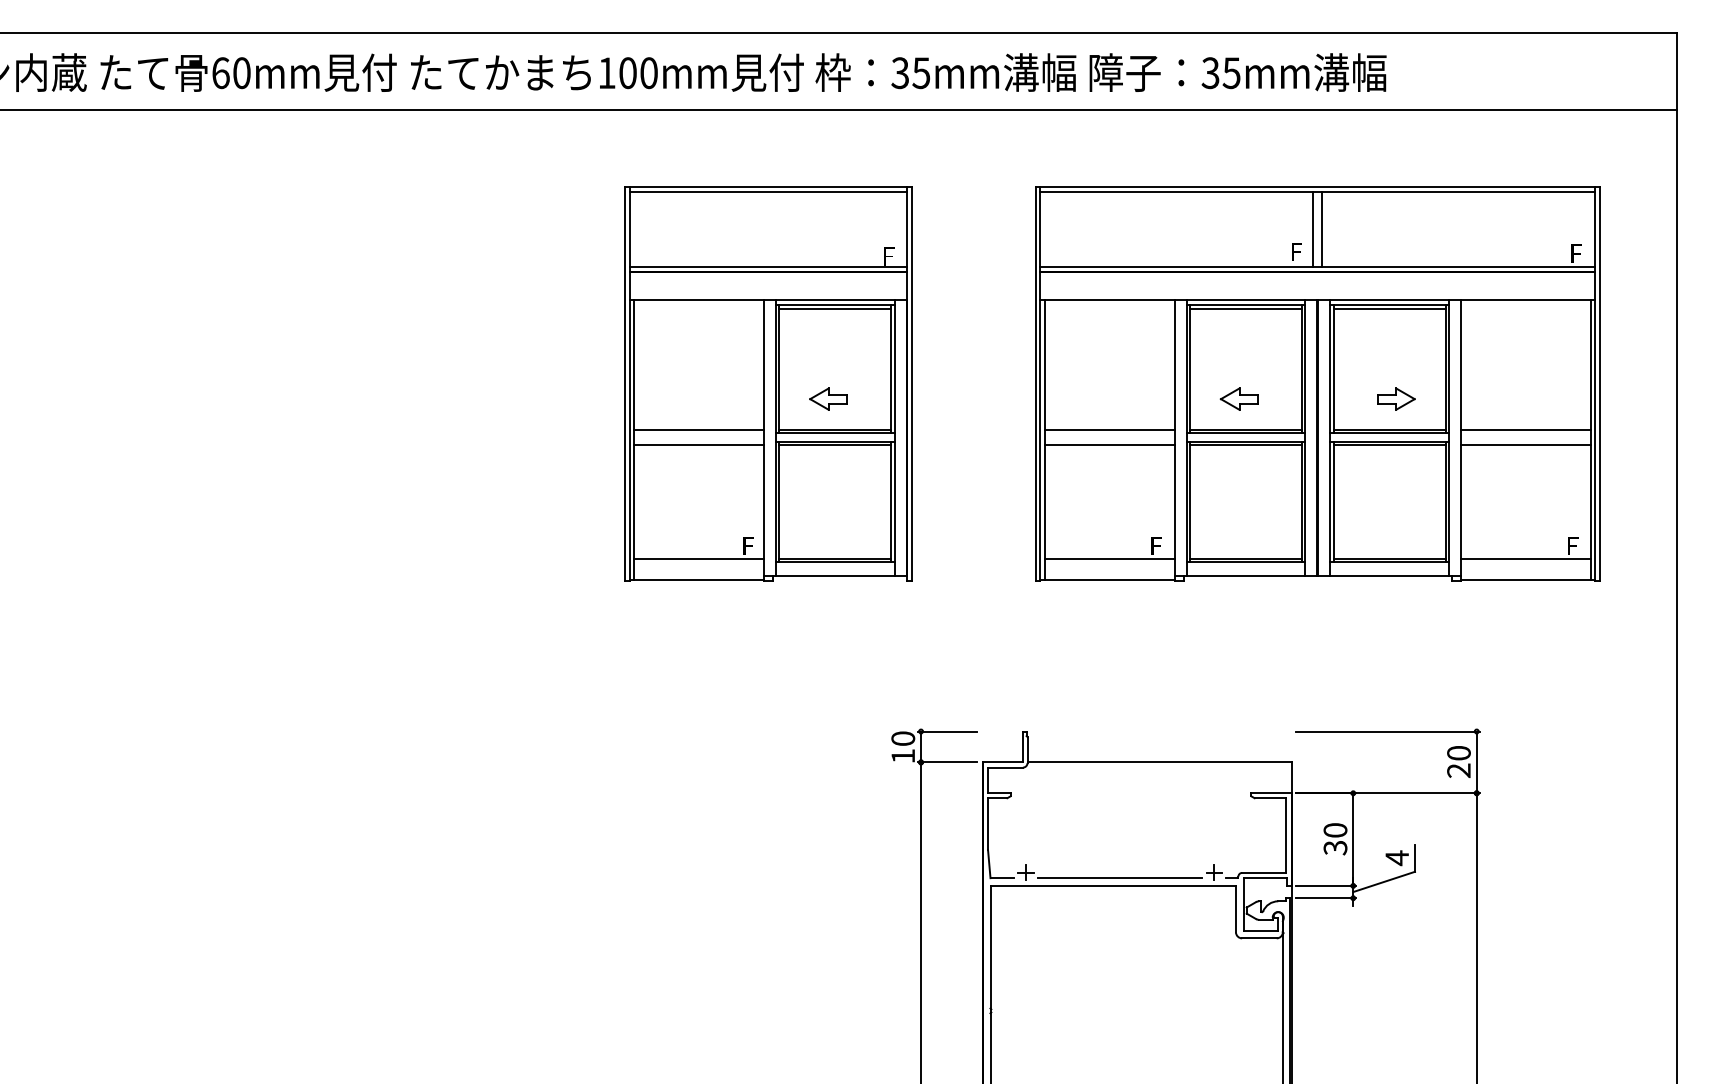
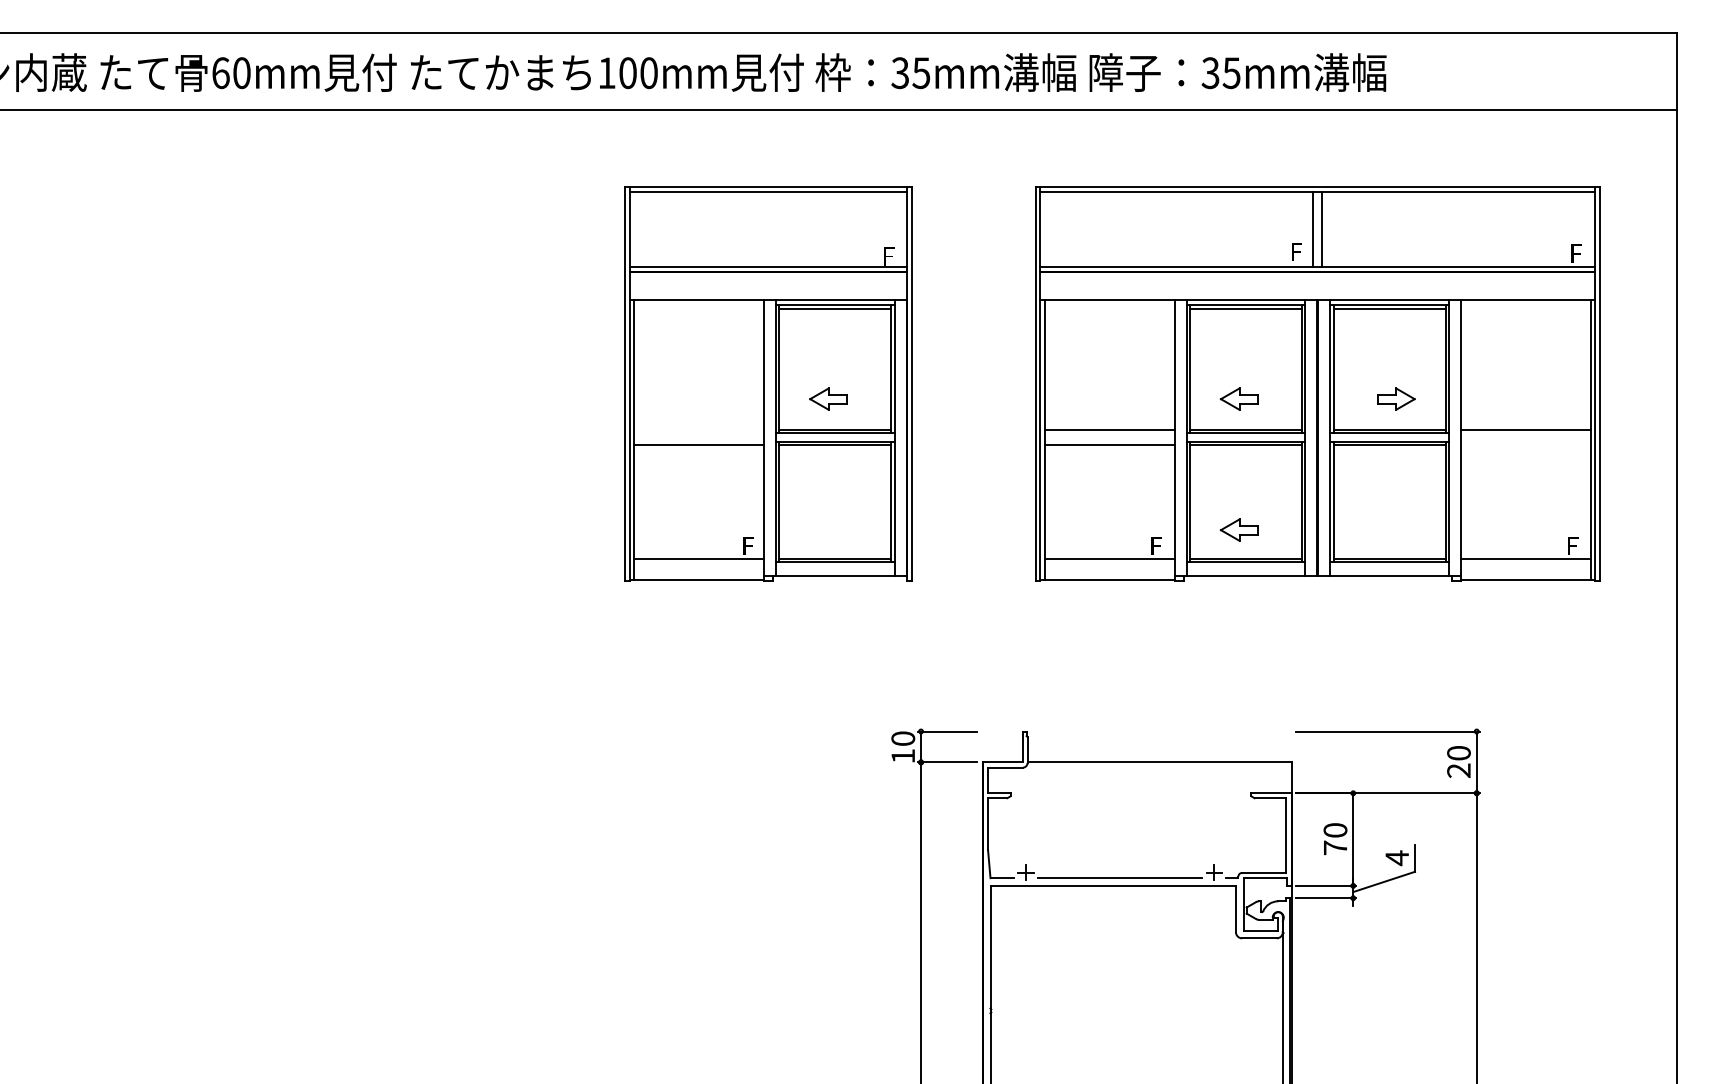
line at (698, 430): present -> none
line at (1525, 445): present -> none
part at (1238, 529): none -> present
text at (1335, 847): 30 -> 70
